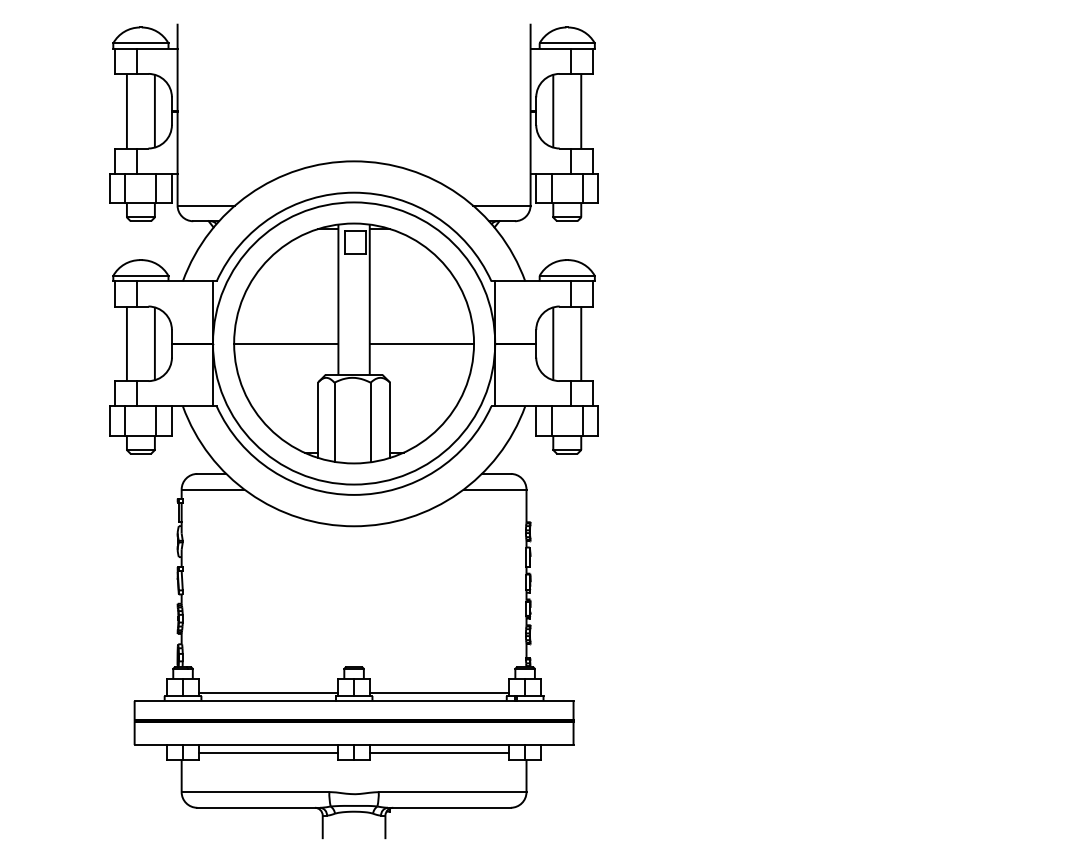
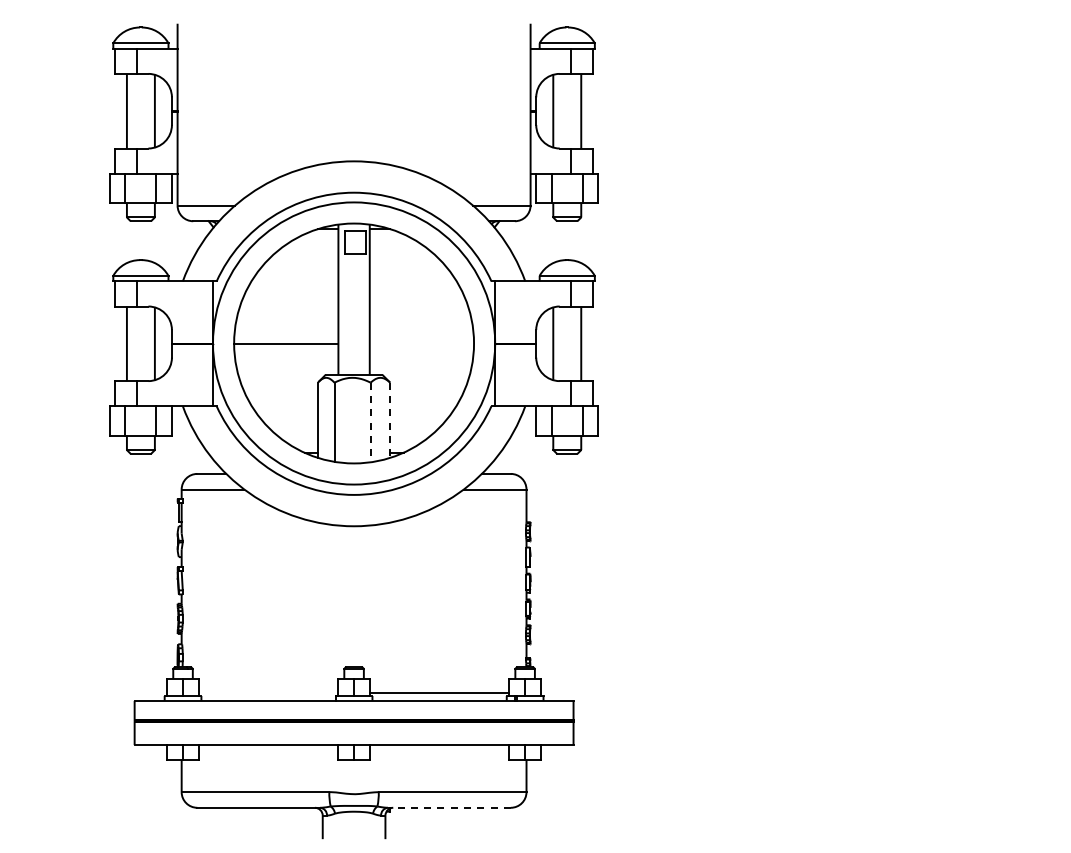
line at (421, 343): present -> none
line at (390, 420): solid -> dashed
line at (370, 422): solid -> dashed
line at (268, 693): present -> none
line at (268, 752): present -> none
line at (439, 752): present -> none
line at (448, 807): solid -> dashed
